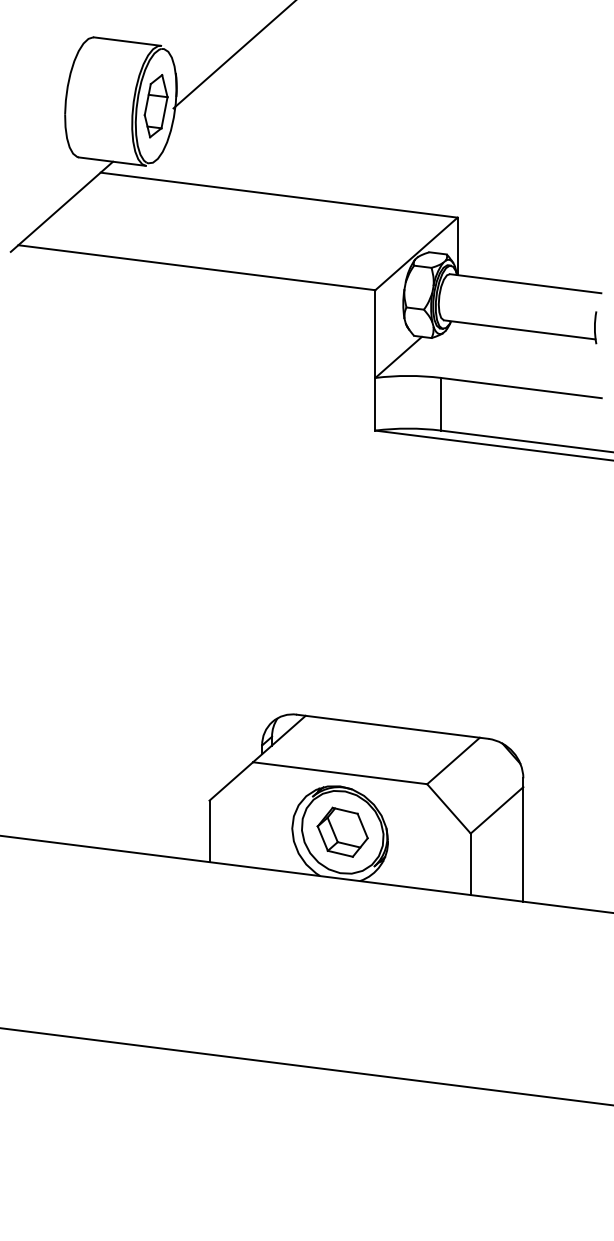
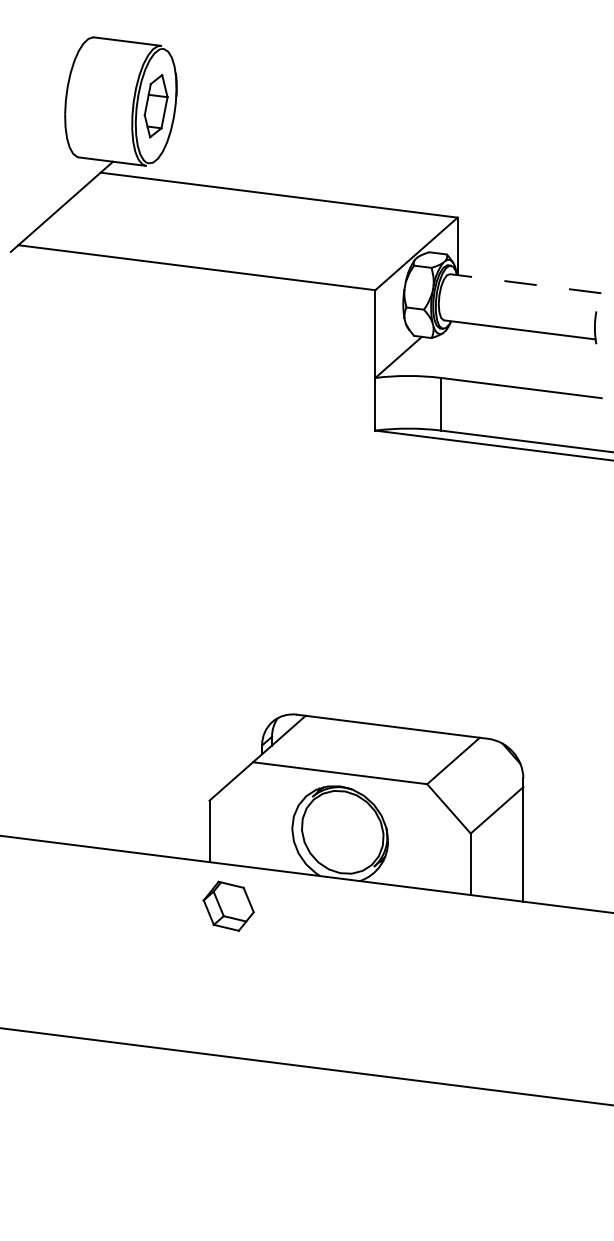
line at (233, 55): present -> none
line at (525, 283): solid -> dashed
part at (342, 831) position: (342, 831) -> (228, 905)
